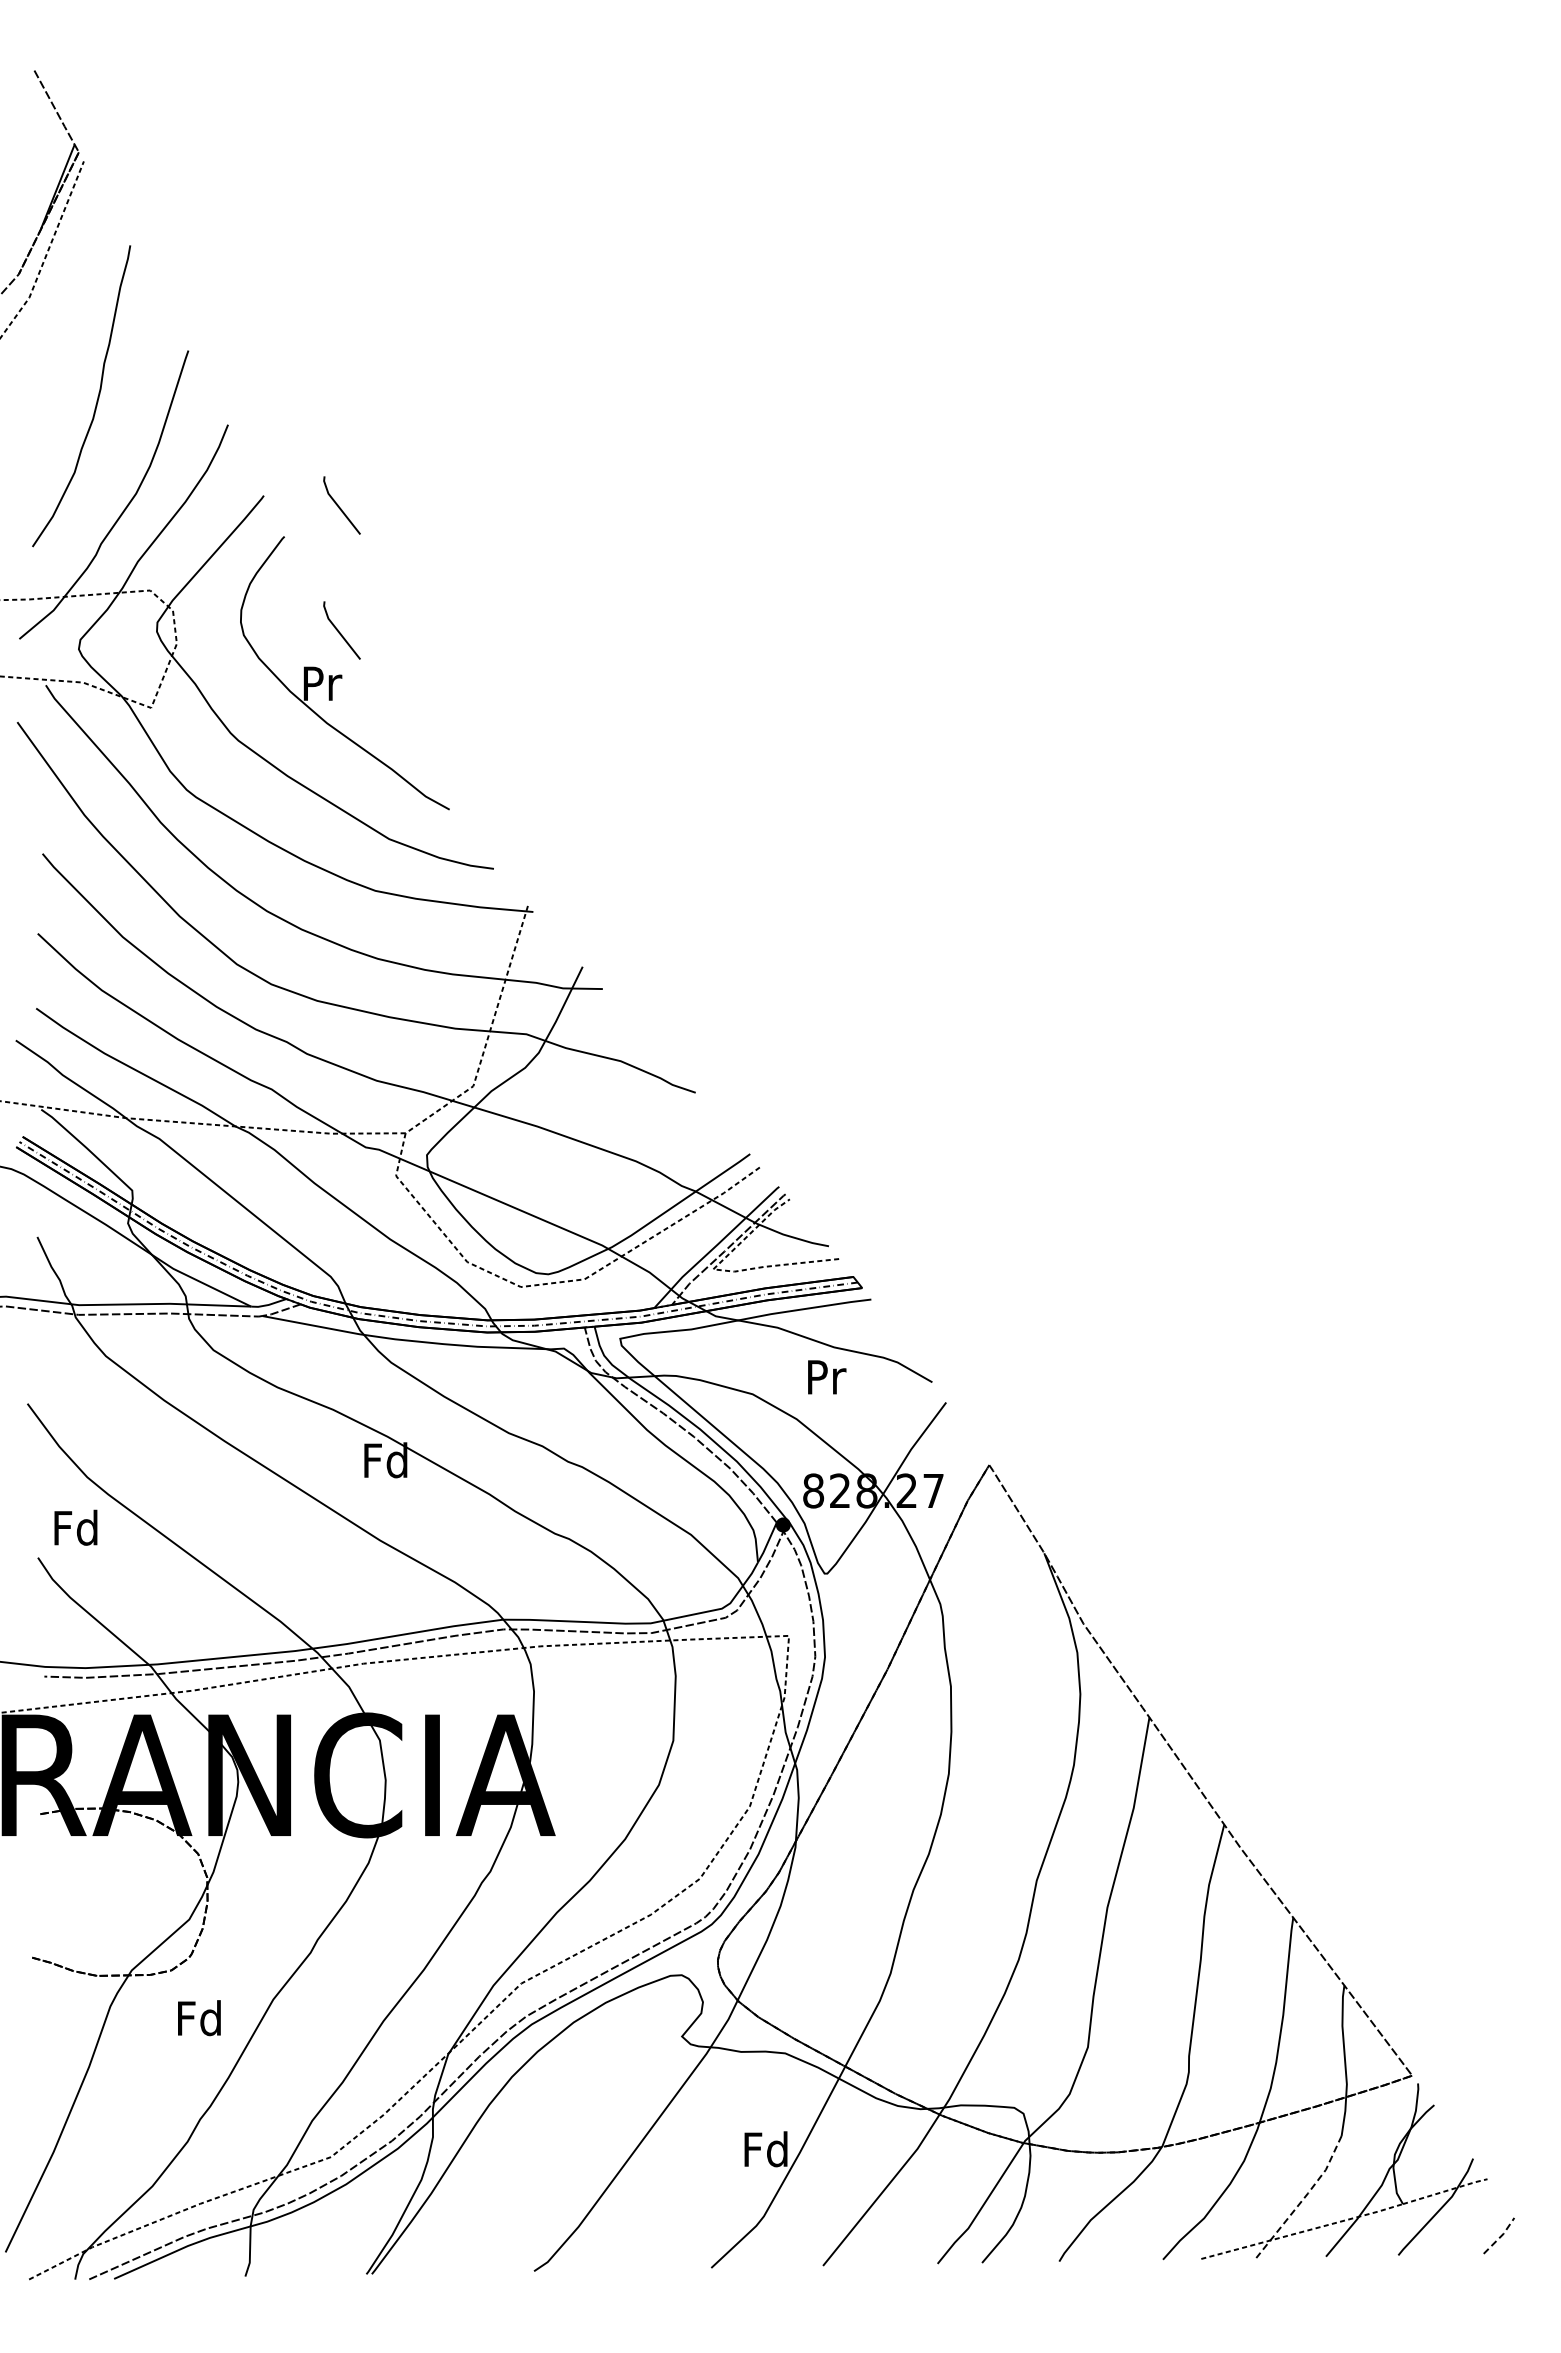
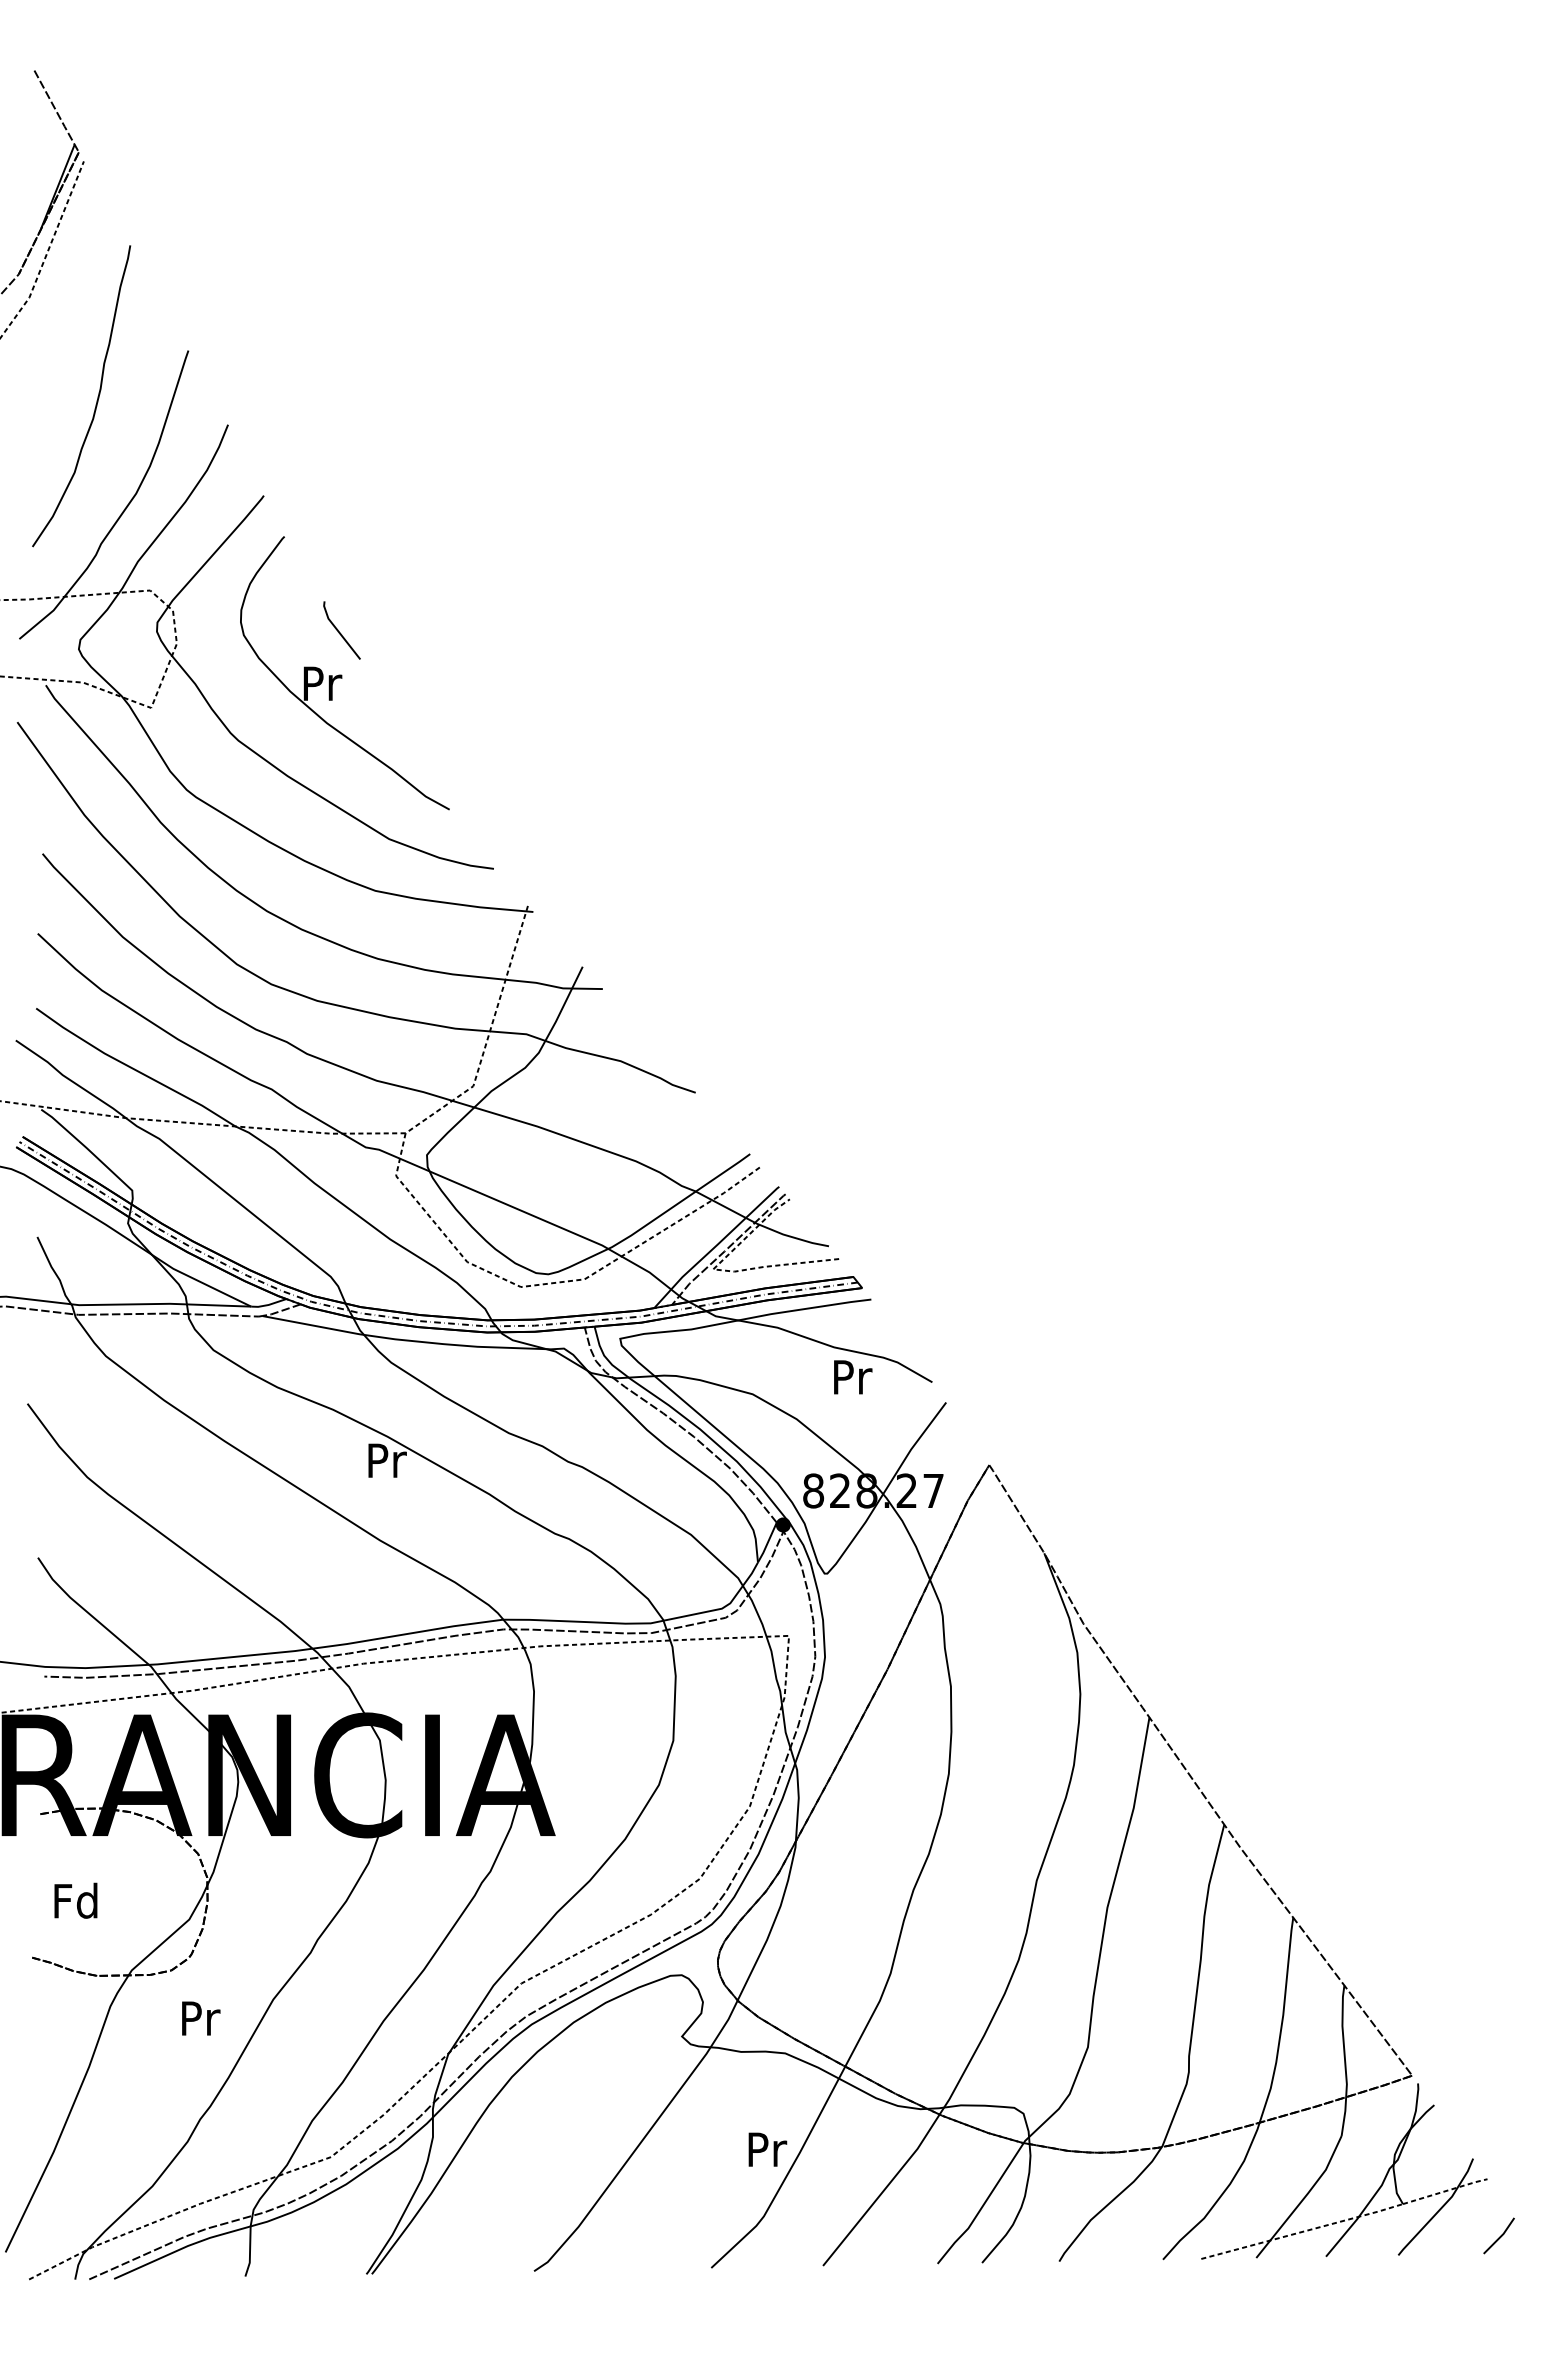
line at (339, 506): present -> none
text at (827, 1377) position: (827, 1377) -> (853, 1377)
text at (385, 1460): Fd -> Pr
text at (75, 1527) position: (75, 1527) -> (75, 1900)
text at (199, 2018): Fd -> Pr
text at (765, 2149): Fd -> Pr
line at (1303, 2198): dashed -> solid
line at (1500, 2236): dashed -> solid
